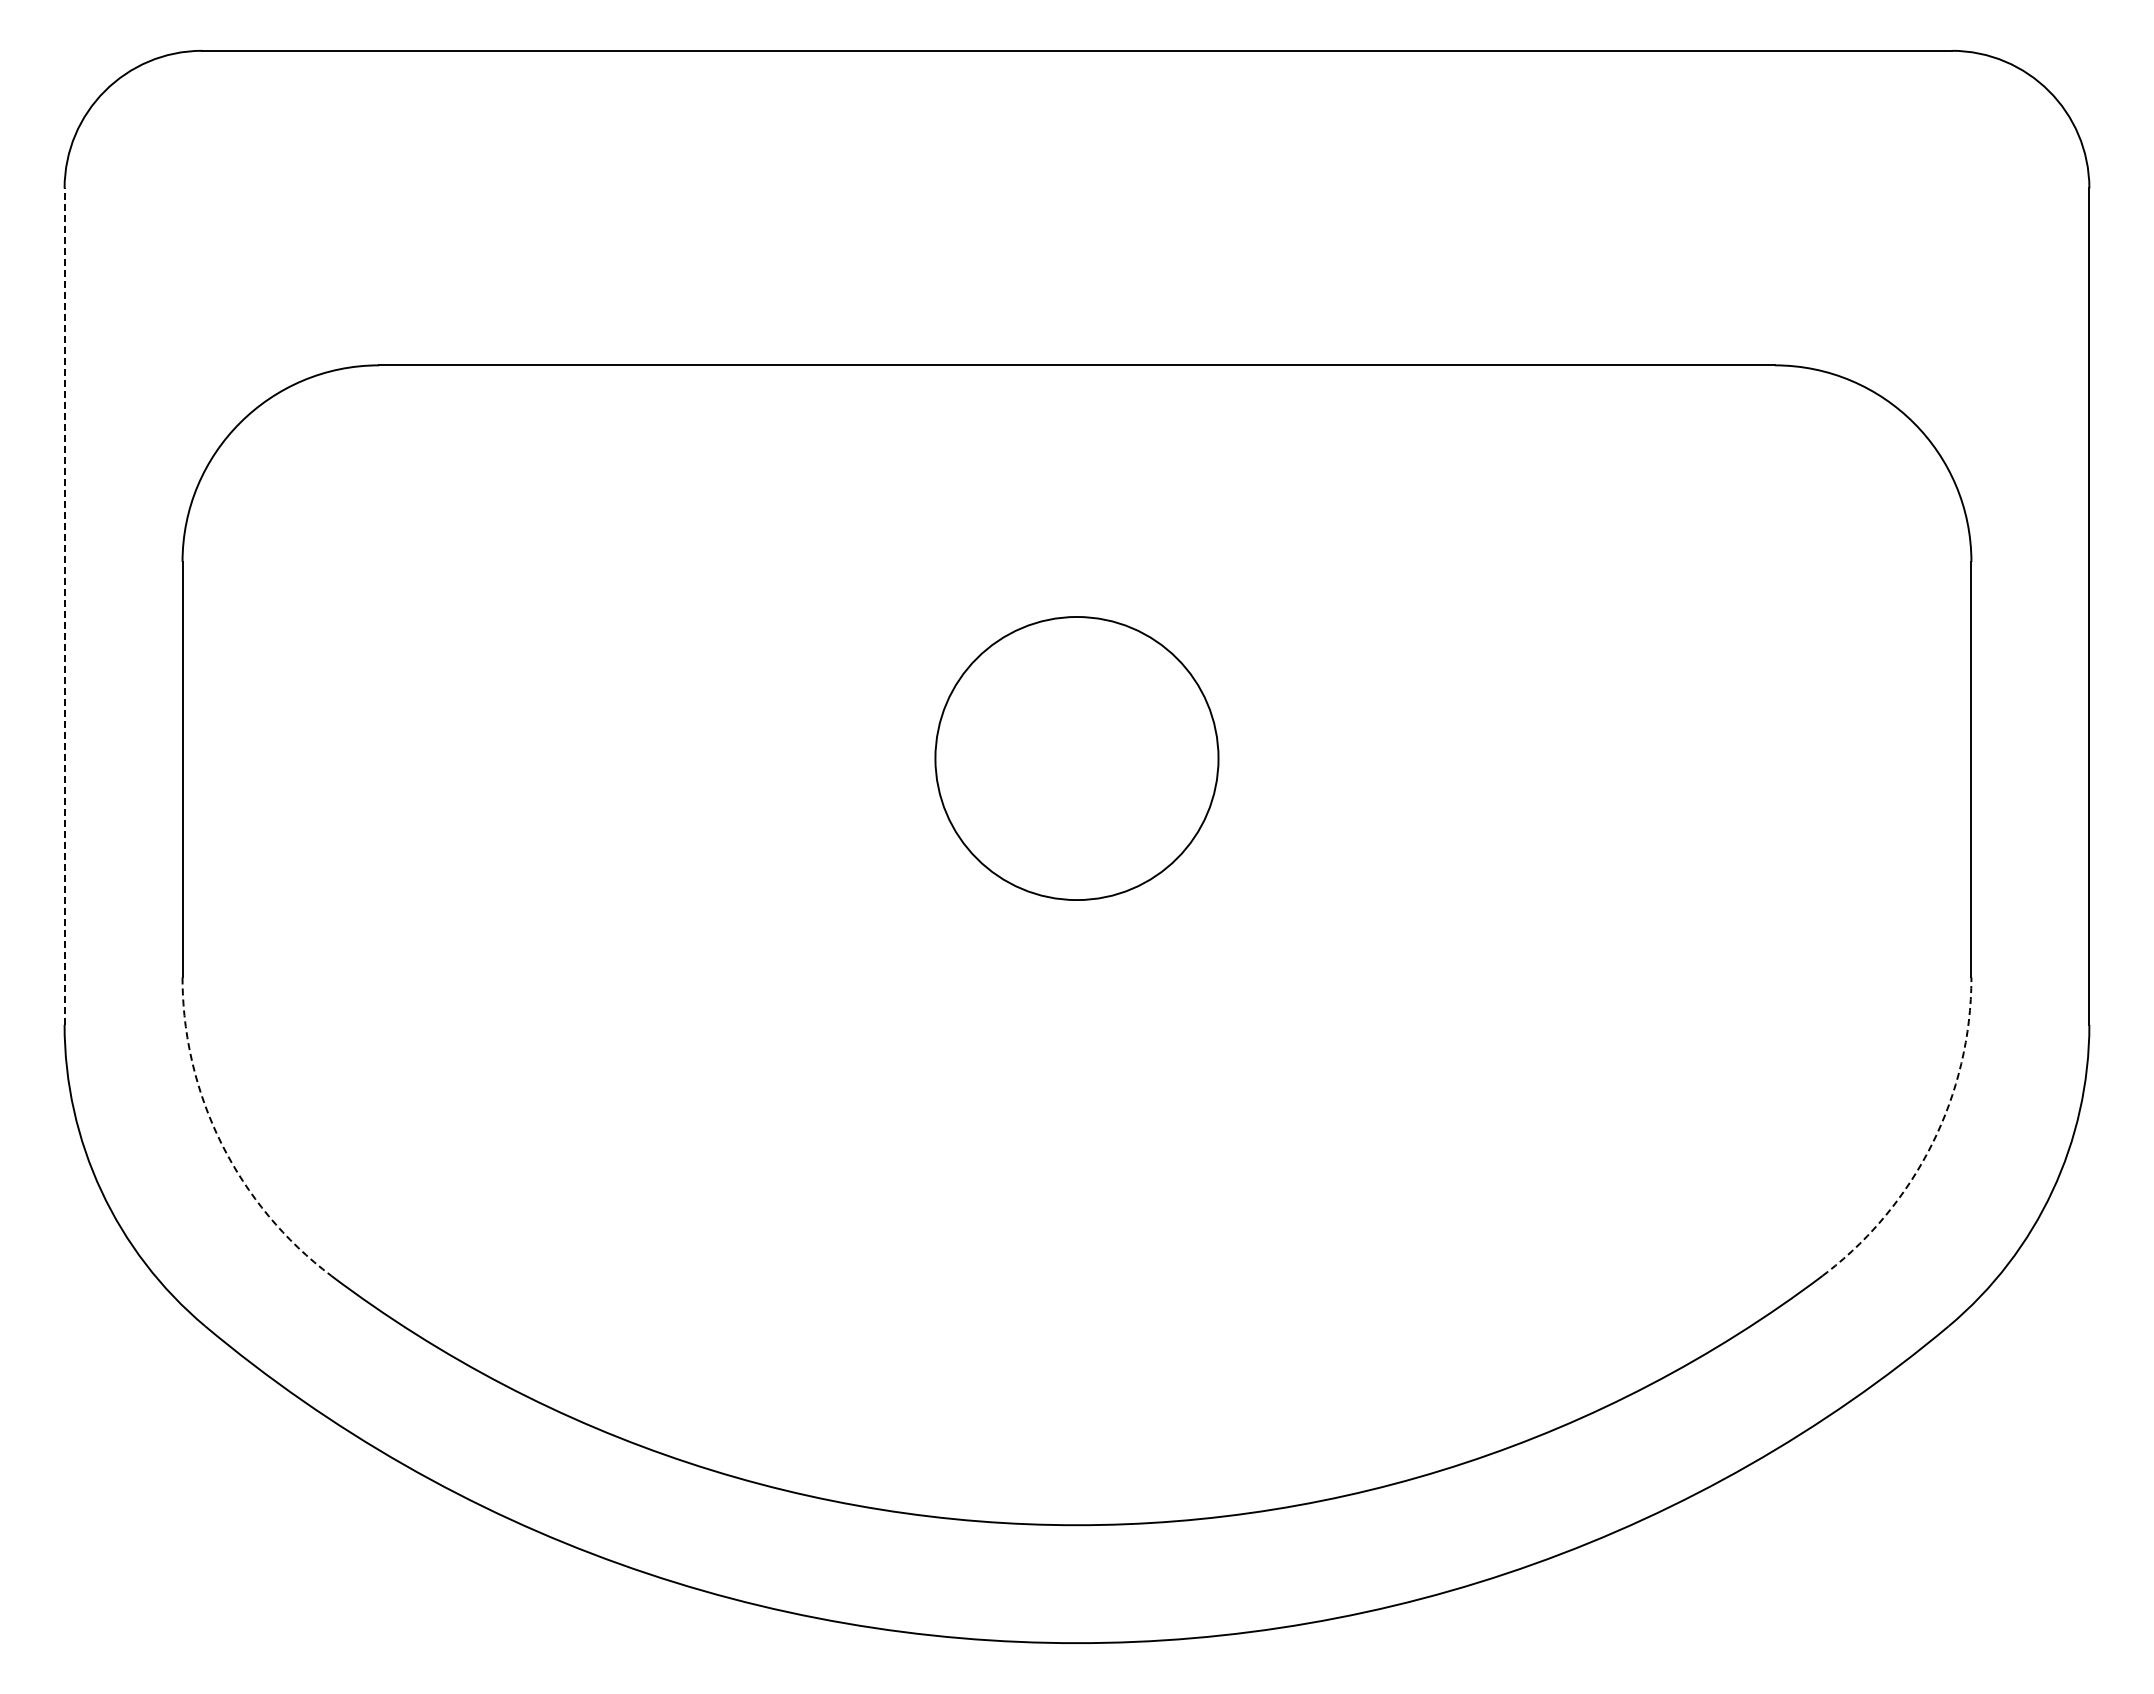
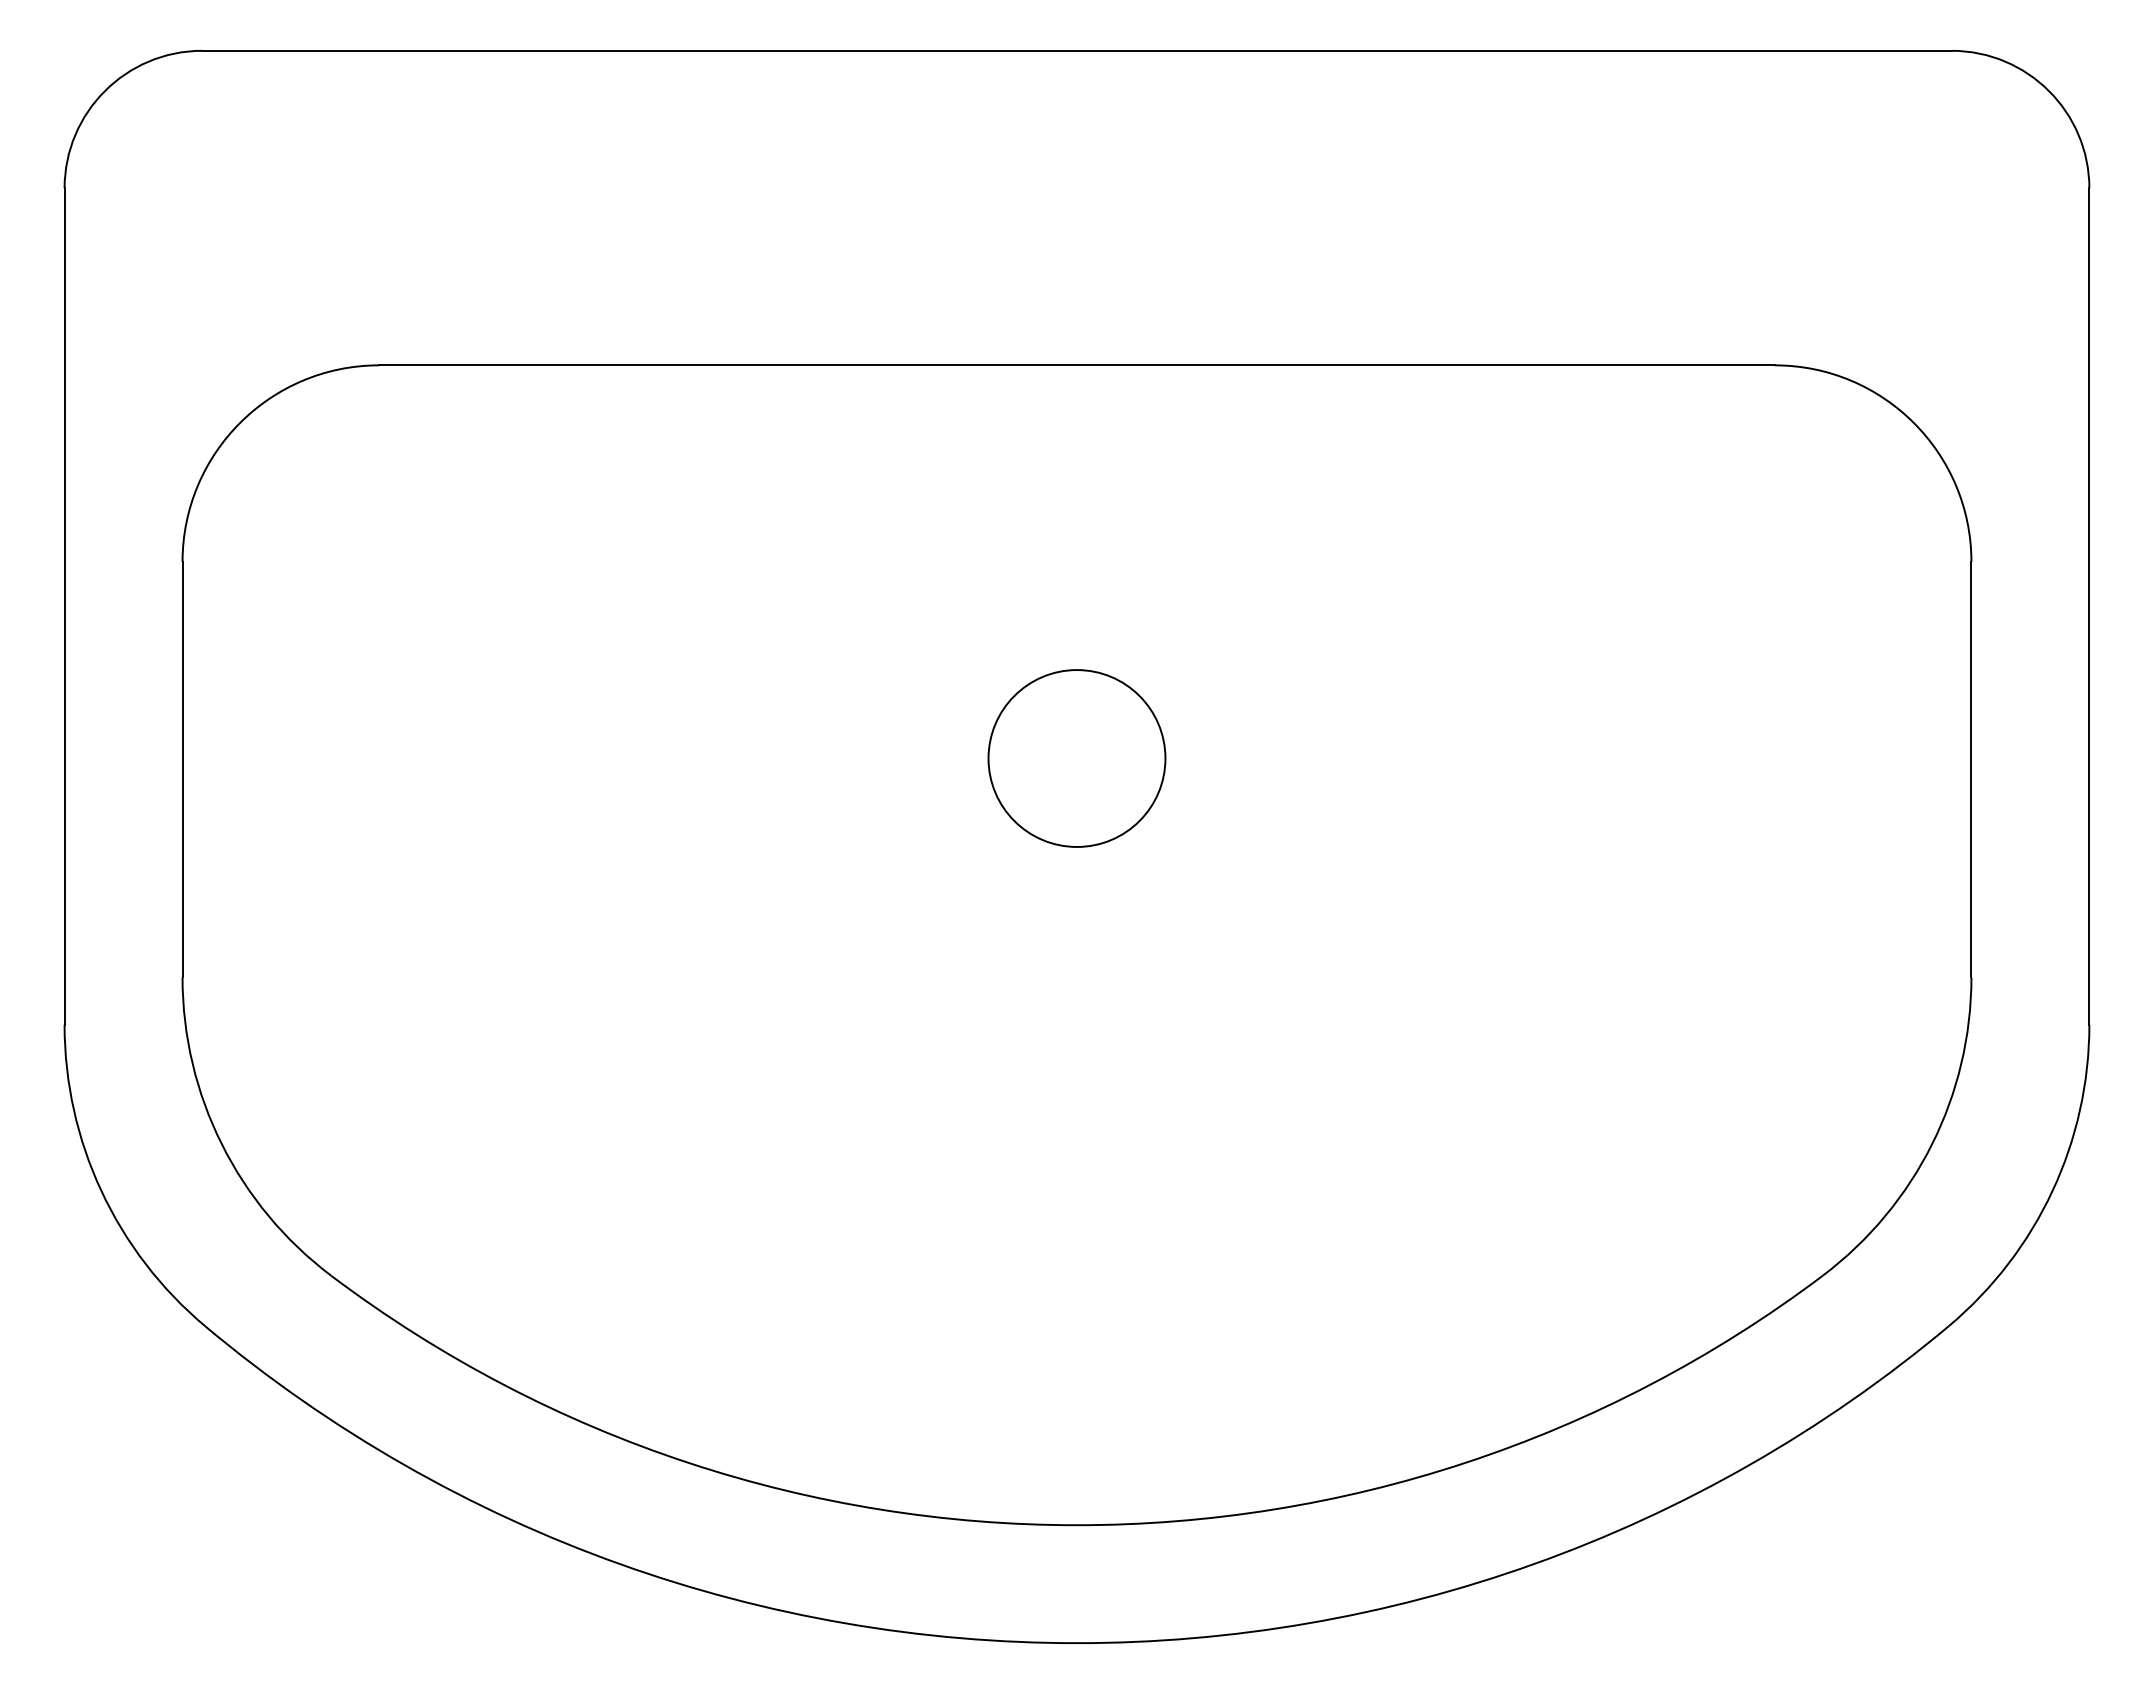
line at (64, 606): dashed -> solid
circle at (1076, 758) size: 286x285 px -> 180x179 px
arc at (221, 1144): dashed -> solid
arc at (1932, 1144): dashed -> solid
